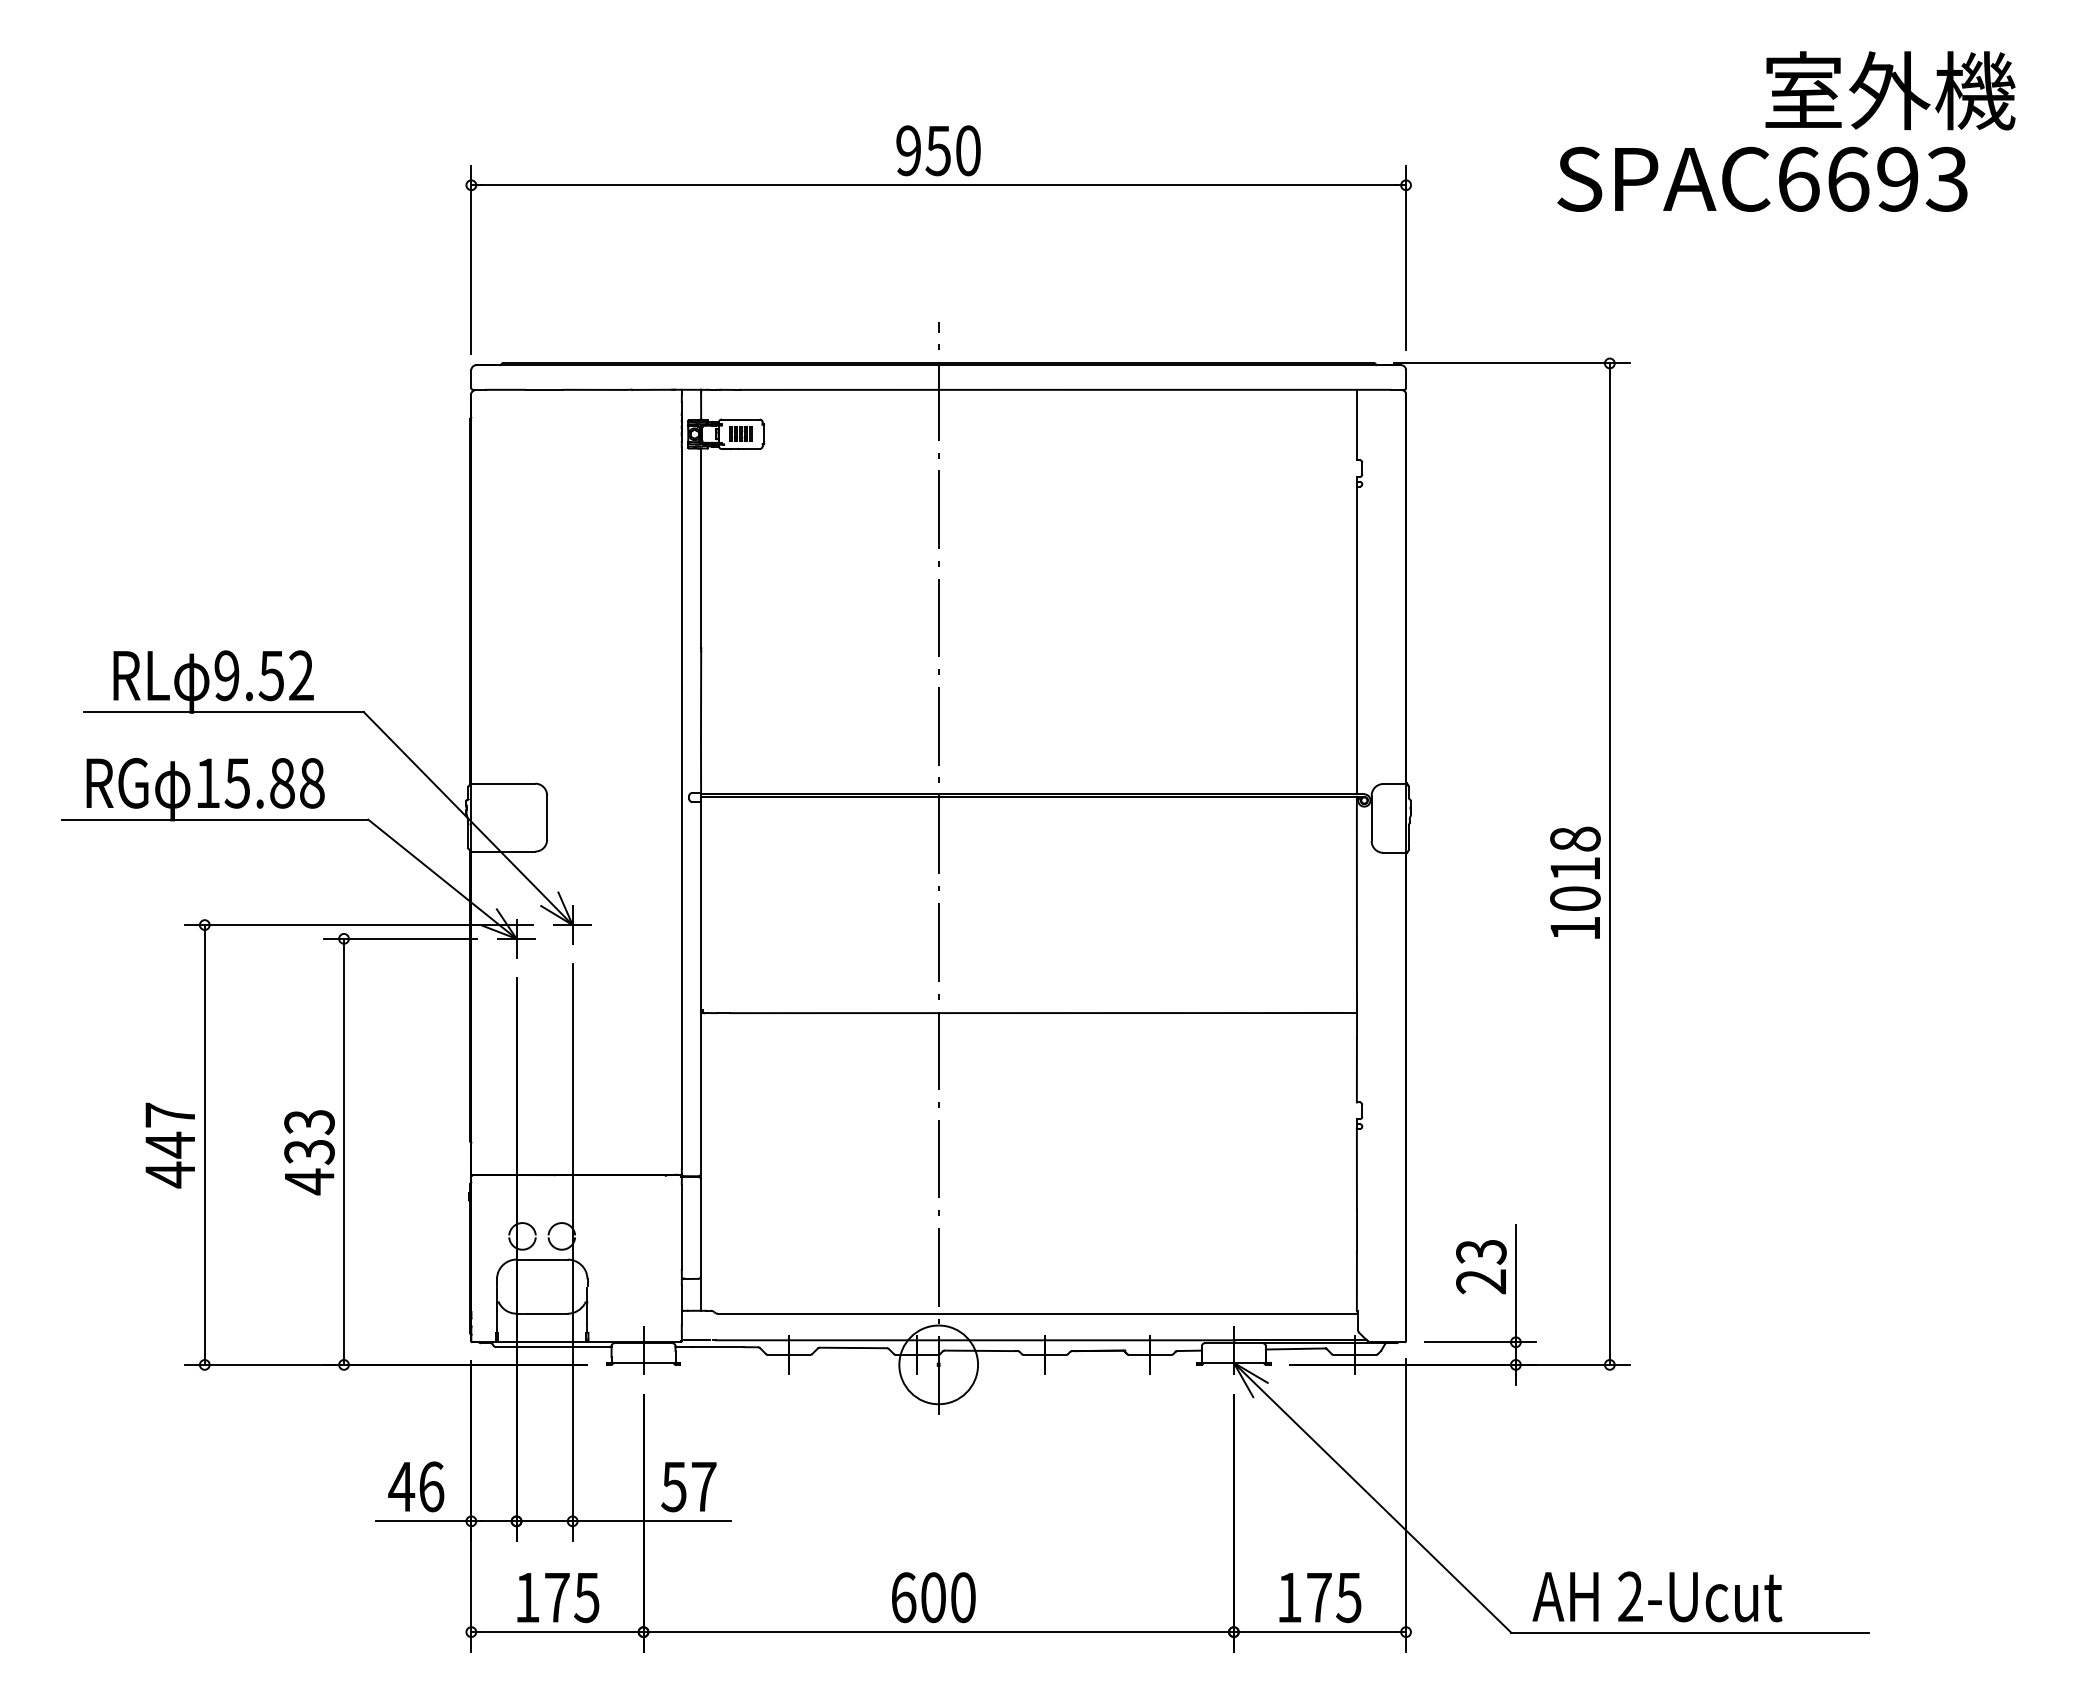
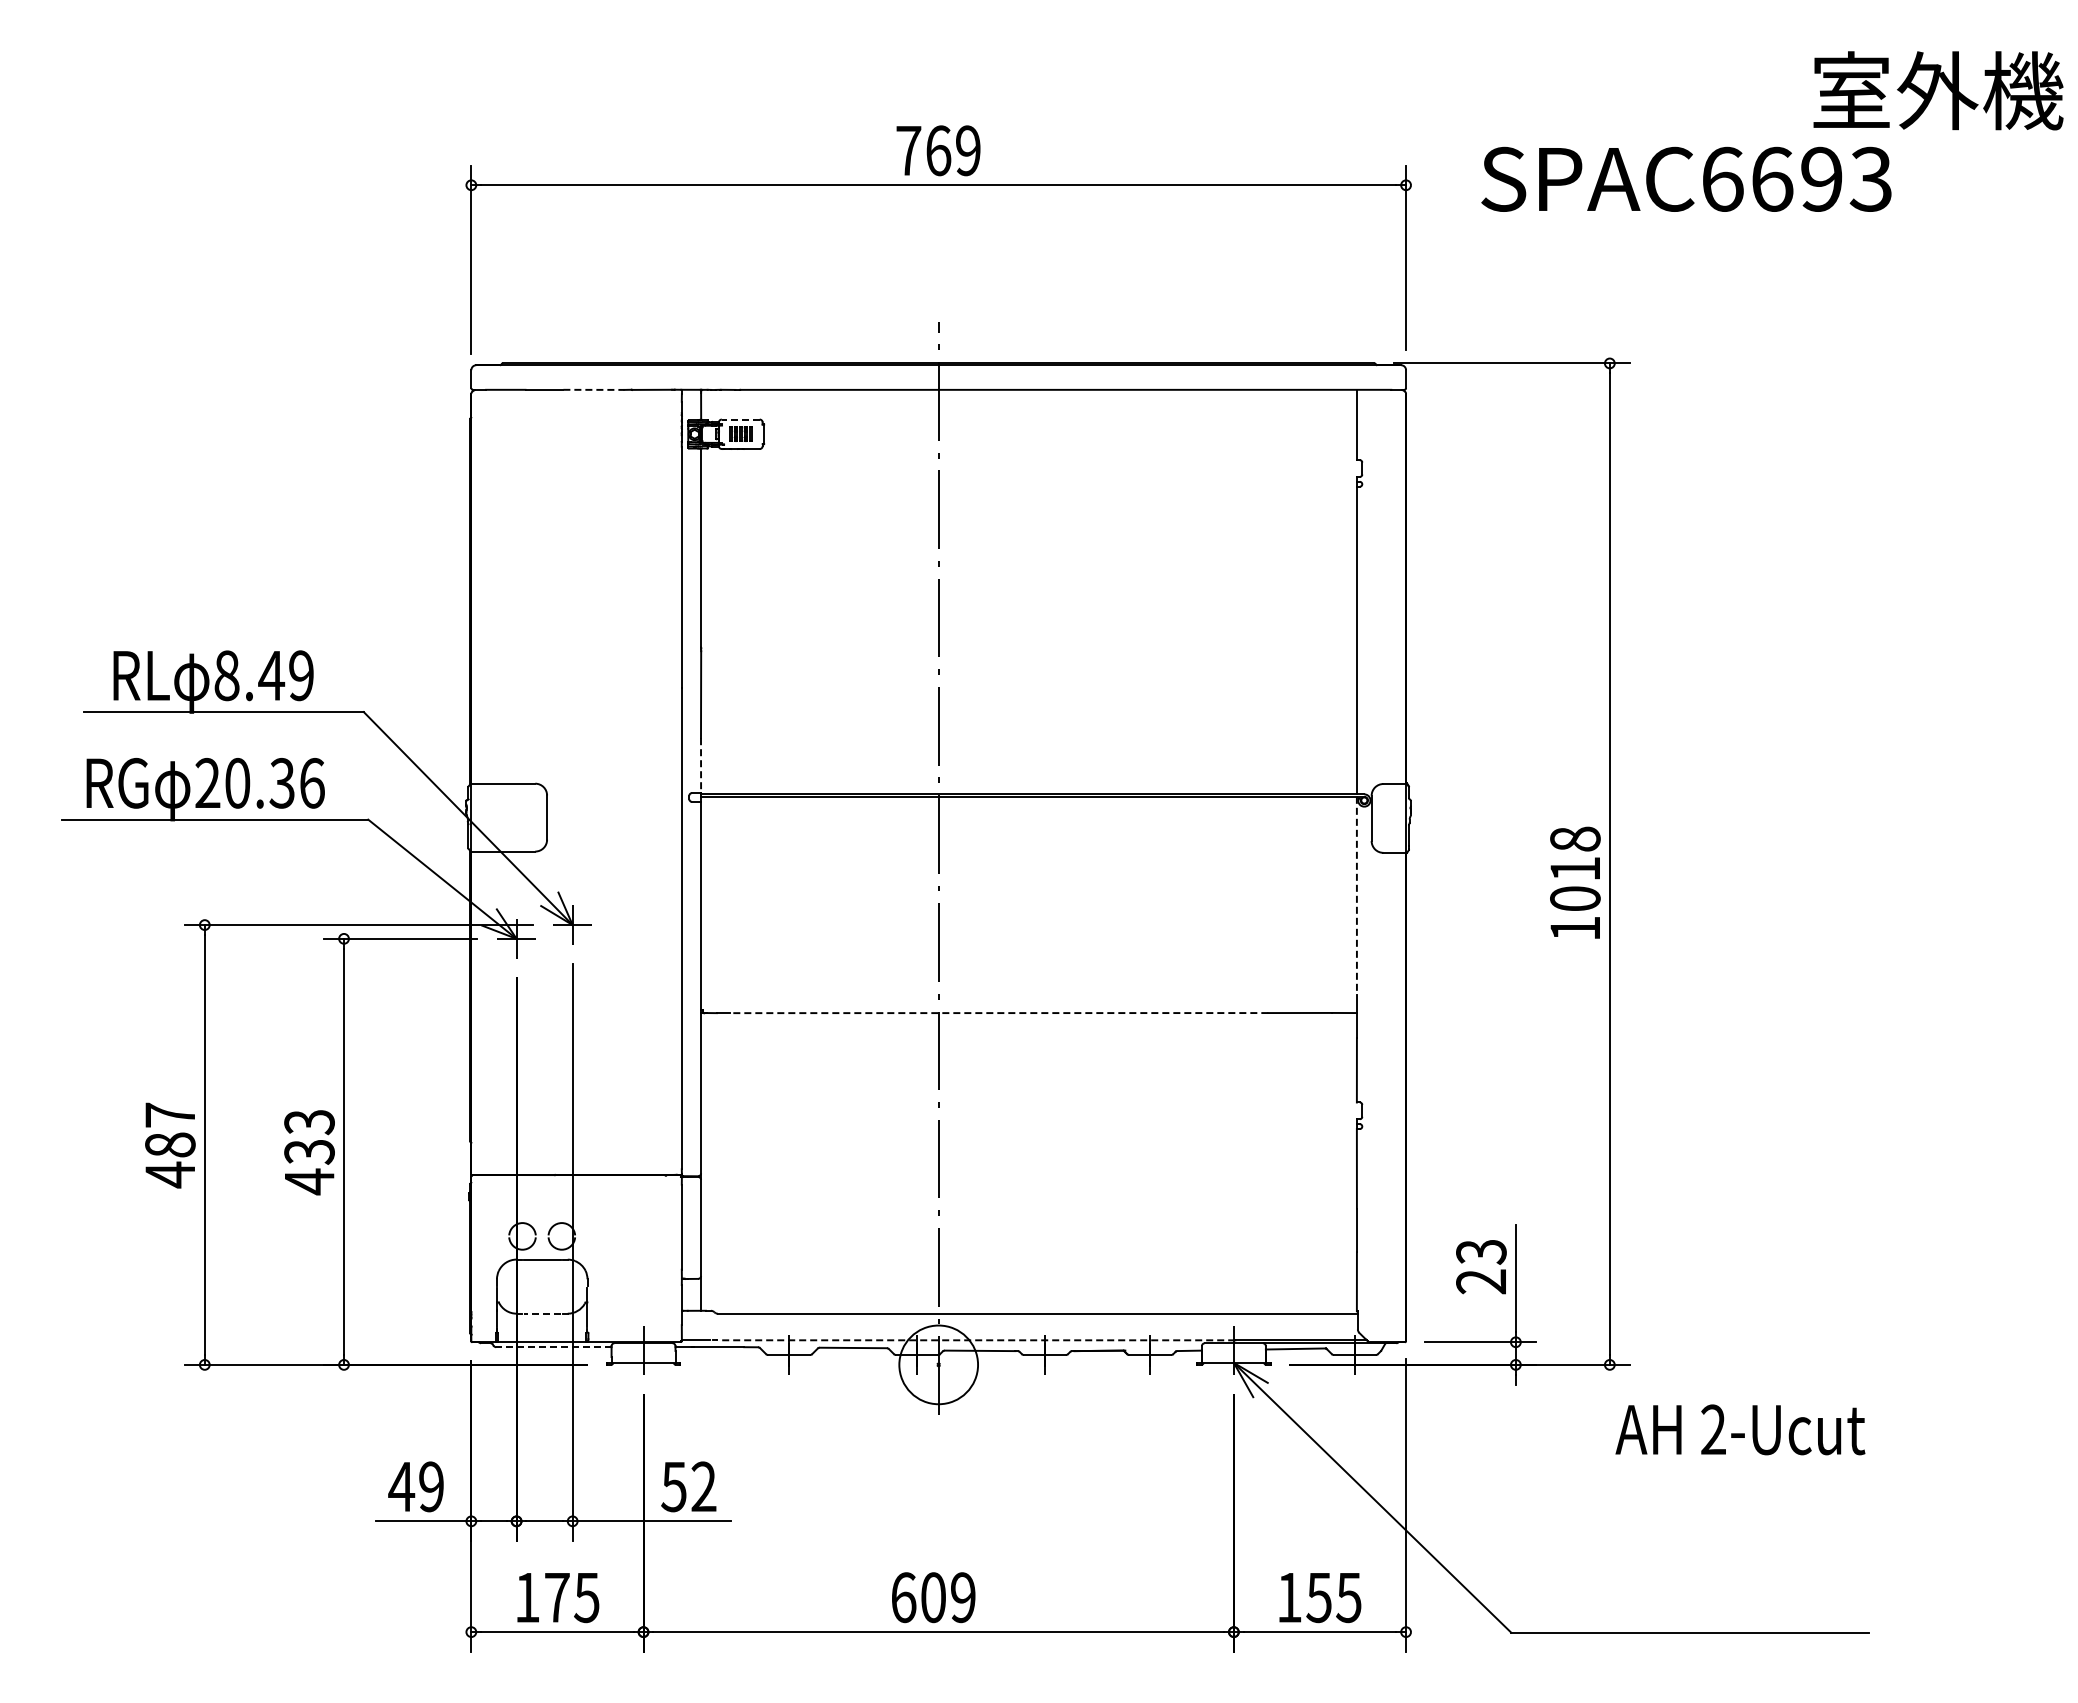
text at (1890, 90) position: (1890, 90) -> (1938, 90)
text at (938, 150): 950 -> 769
text at (1762, 178) position: (1762, 178) -> (1686, 178)
line at (593, 389): solid -> dashed
line at (740, 419): solid -> dashed
text at (263, 675): 9.52 -> 8.49
line at (701, 766): solid -> dashed
text at (259, 782): 15.88 -> 20.36
line at (1356, 895): solid -> dashed
line at (998, 1013): solid -> dashed
text at (170, 1144): 447 -> 487
line at (542, 1313): solid -> dashed
line at (975, 1340): solid -> dashed
line at (553, 1347): solid -> dashed
text at (431, 1486): 46 -> 49
text at (703, 1486): 57 -> 52
text at (1657, 1596) position: (1657, 1596) -> (1740, 1429)
text at (963, 1597): 600 -> 609
text at (1318, 1598): 175 -> 155
